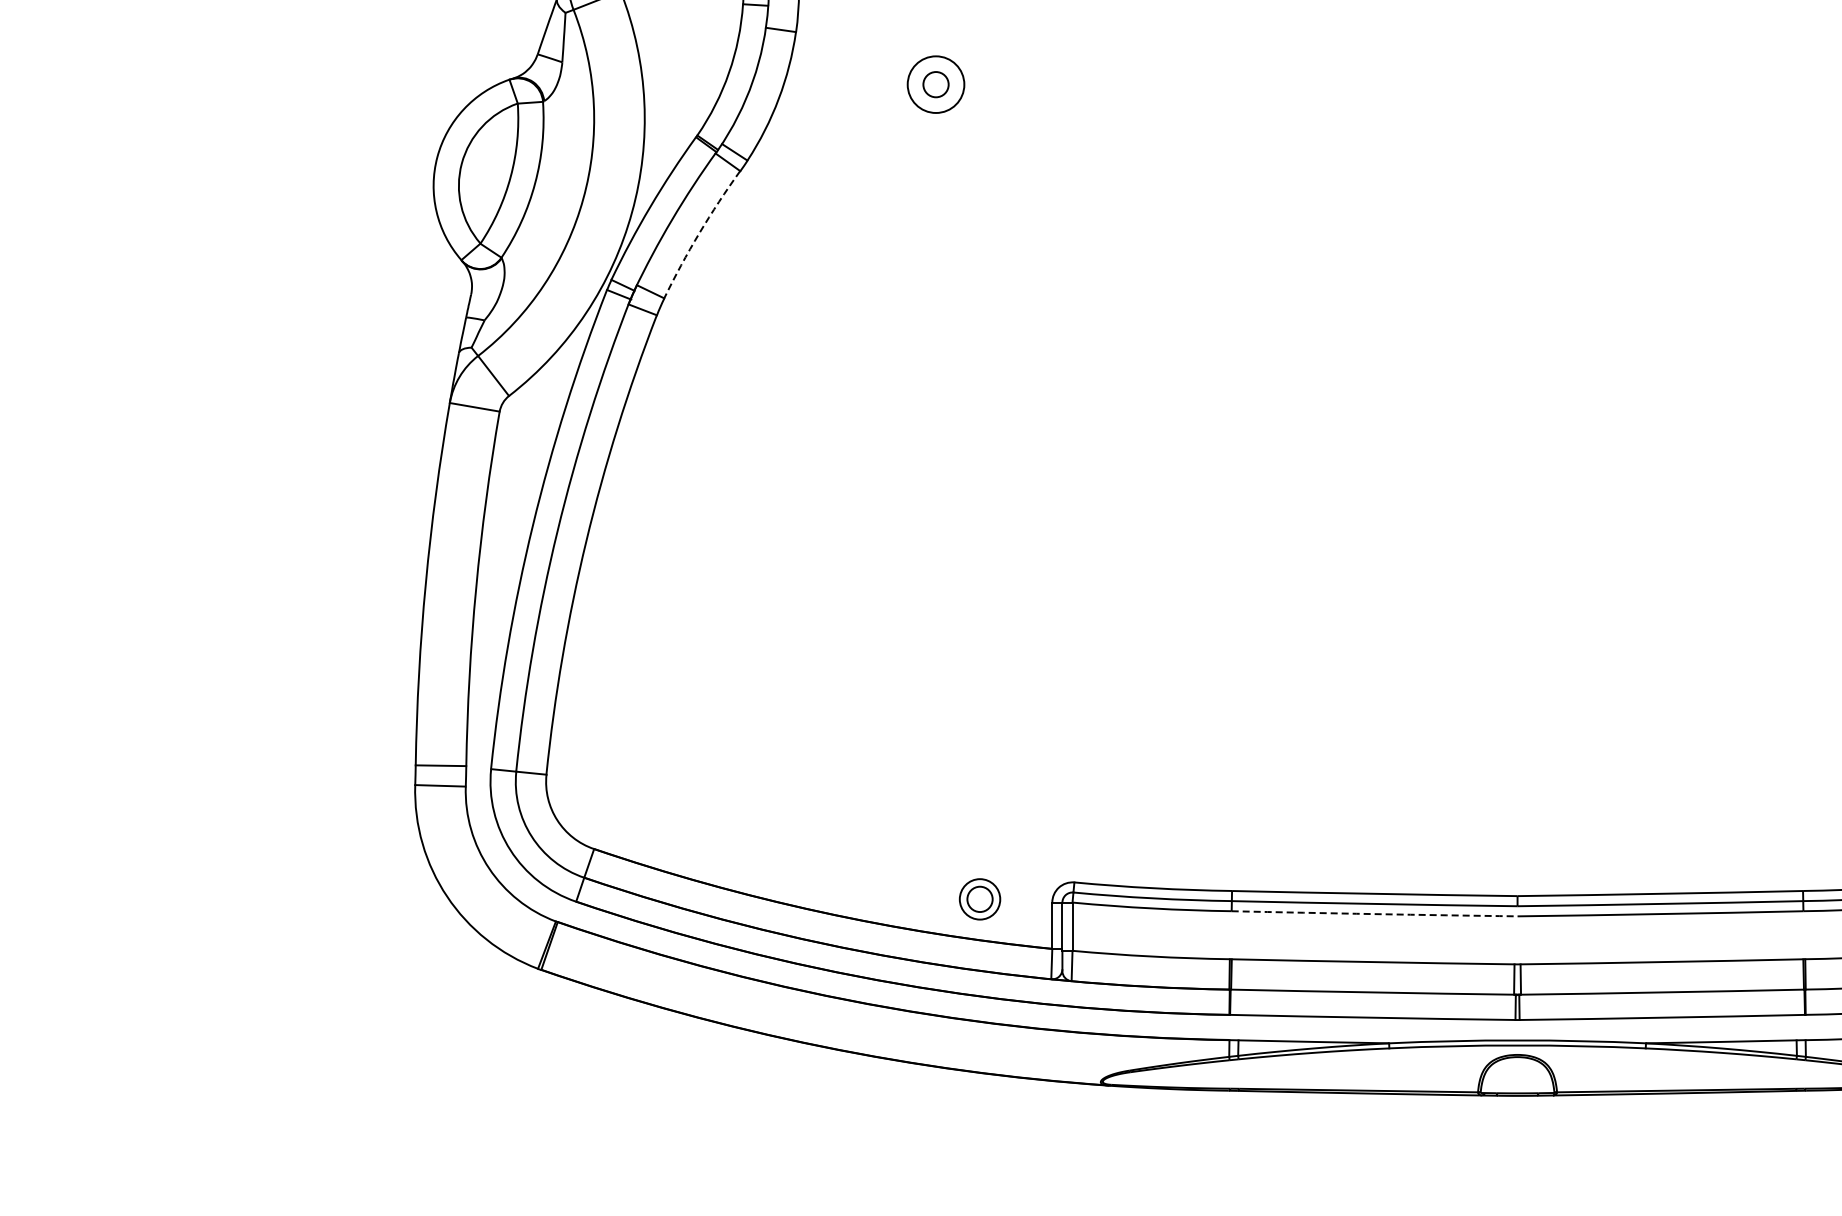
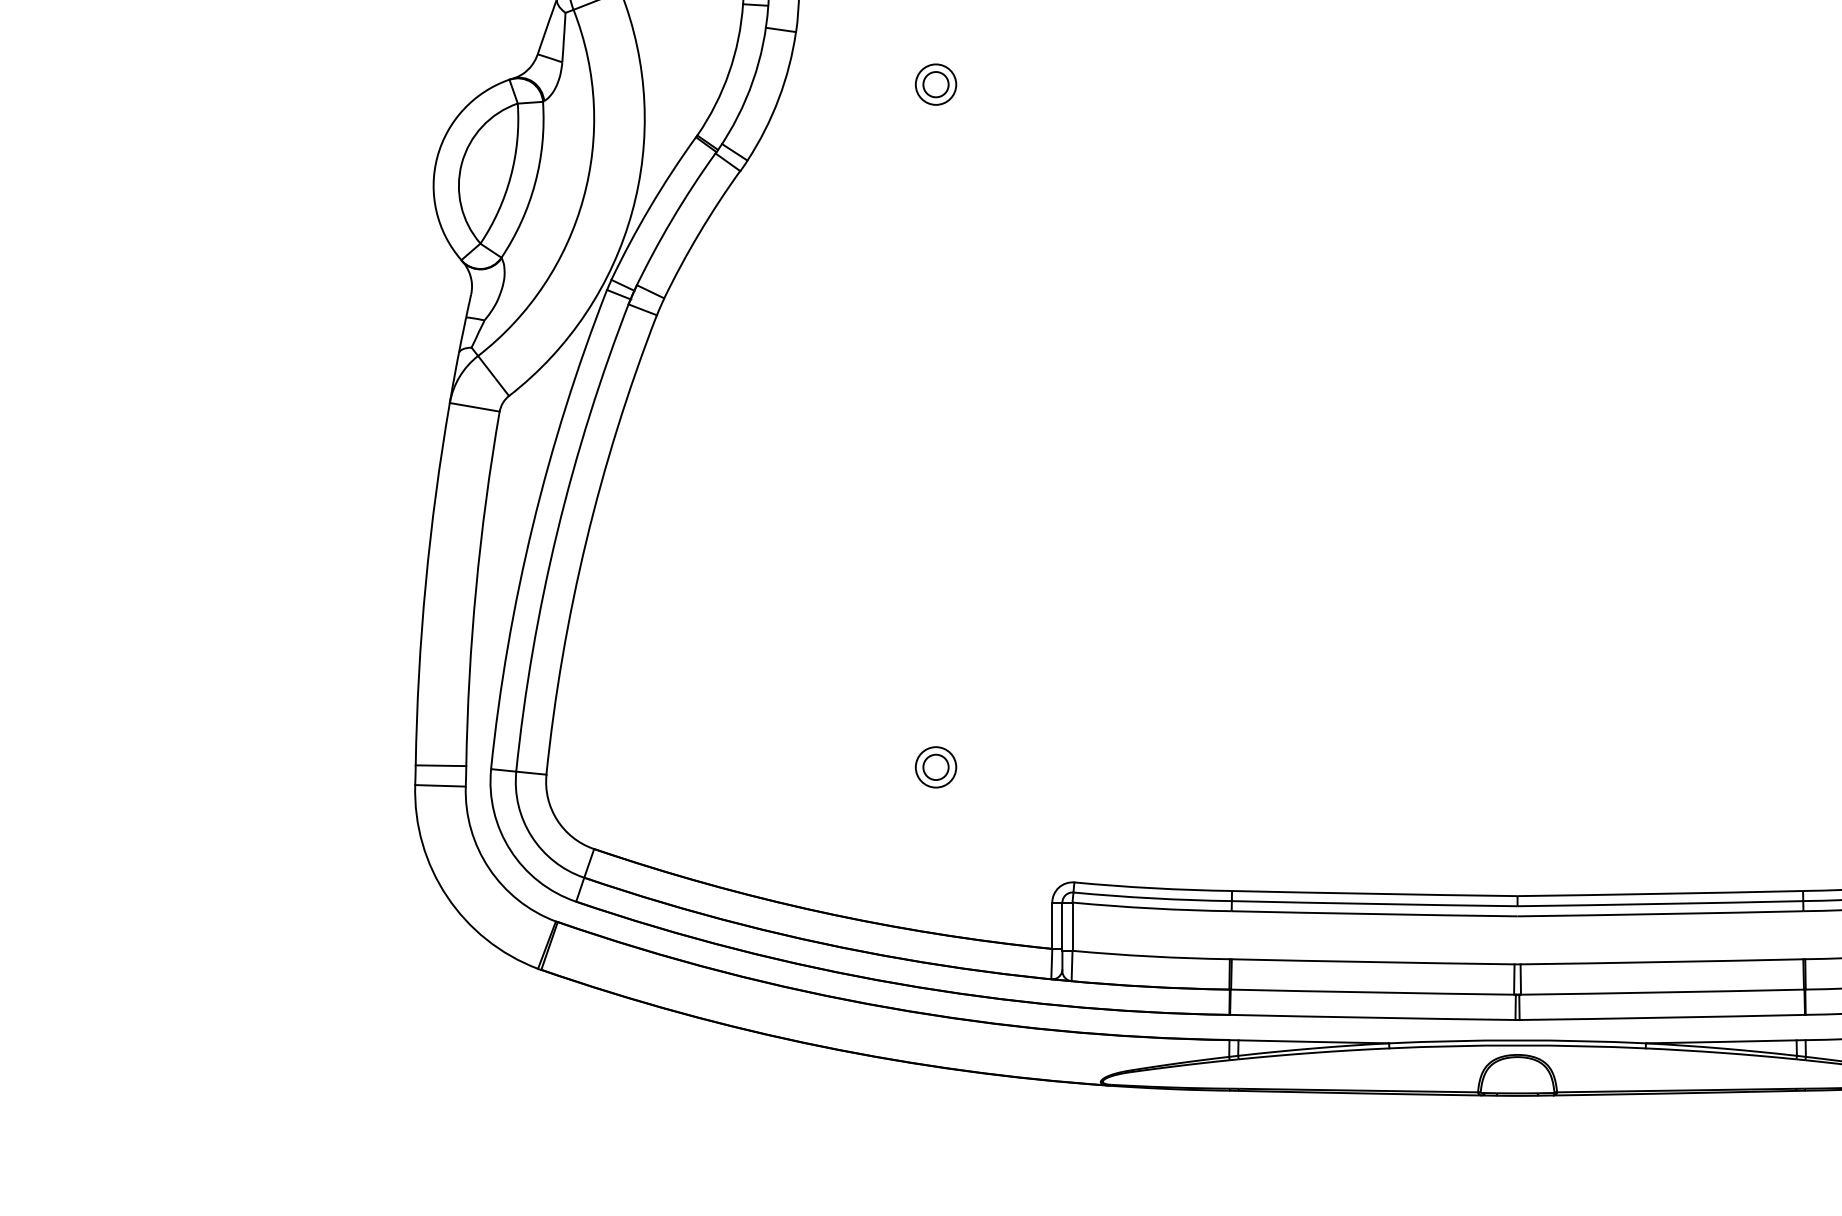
circle at (935, 84) diameter: 57 px -> 40 px
arc at (699, 233): dashed -> solid
part at (979, 899) position: (979, 899) -> (935, 767)
arc at (1374, 914): dashed -> solid
